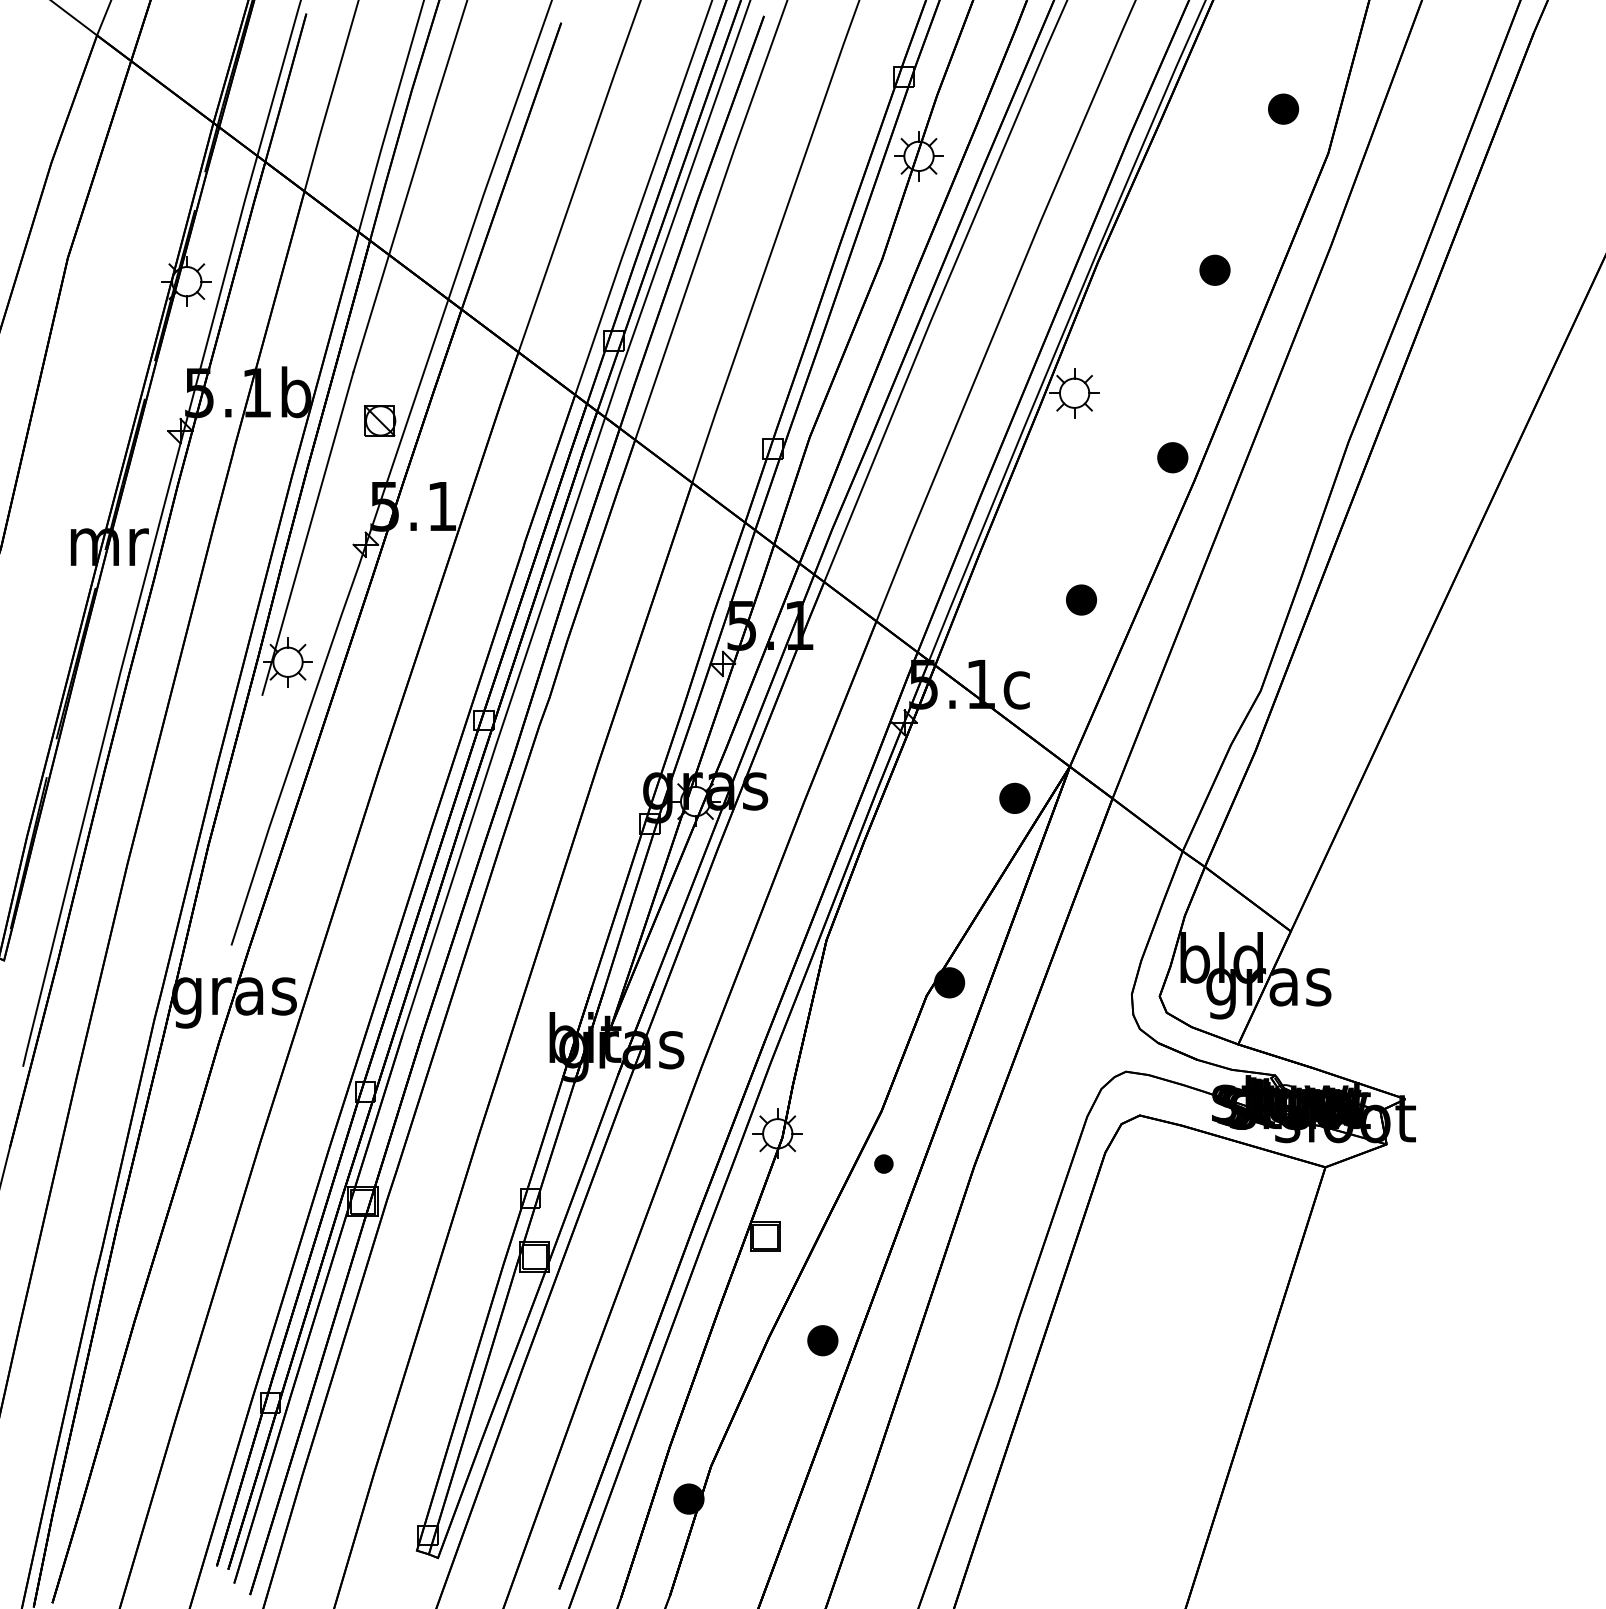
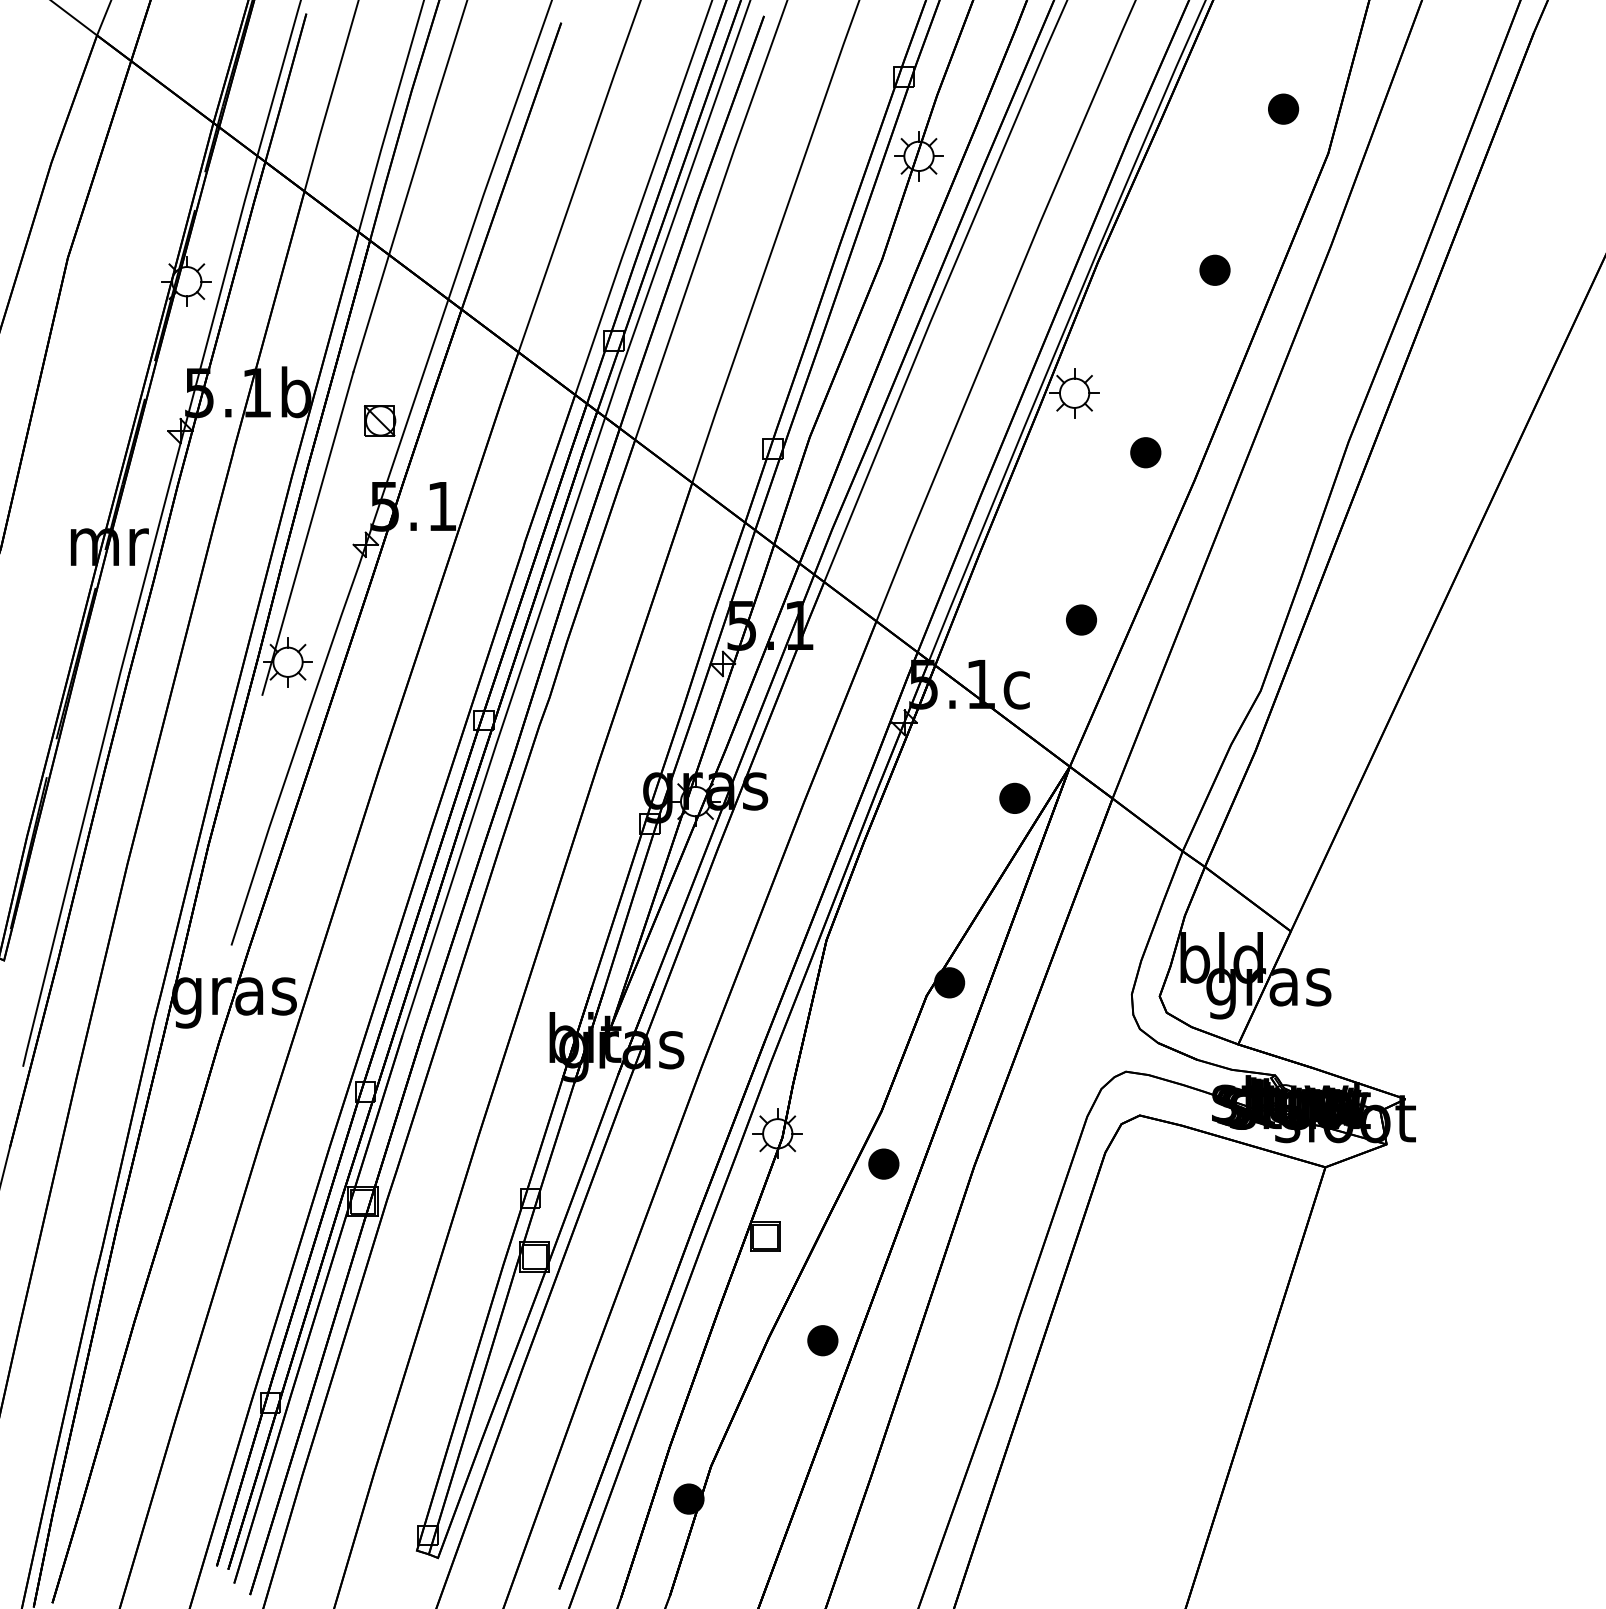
part at (1172, 457) position: (1172, 457) -> (1145, 452)
part at (1081, 599) position: (1081, 599) -> (1081, 619)
part at (883, 1163) size: 20x20 px -> 32x32 px
